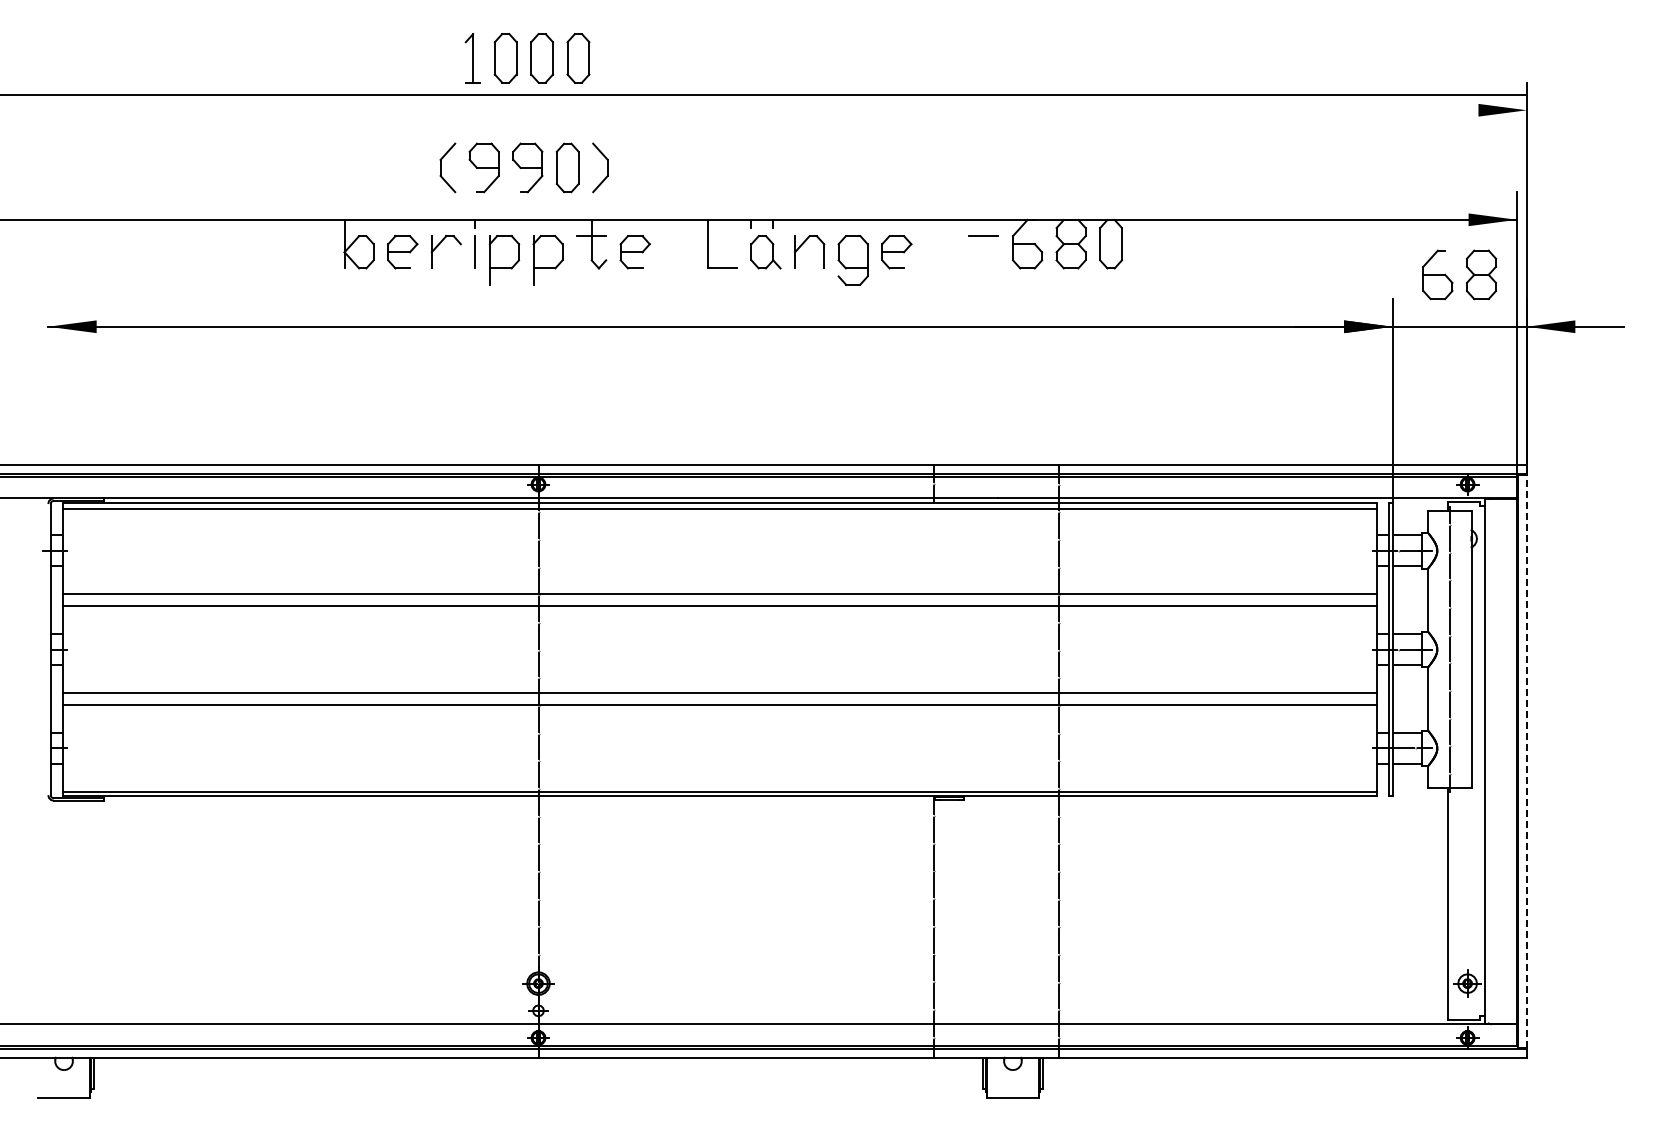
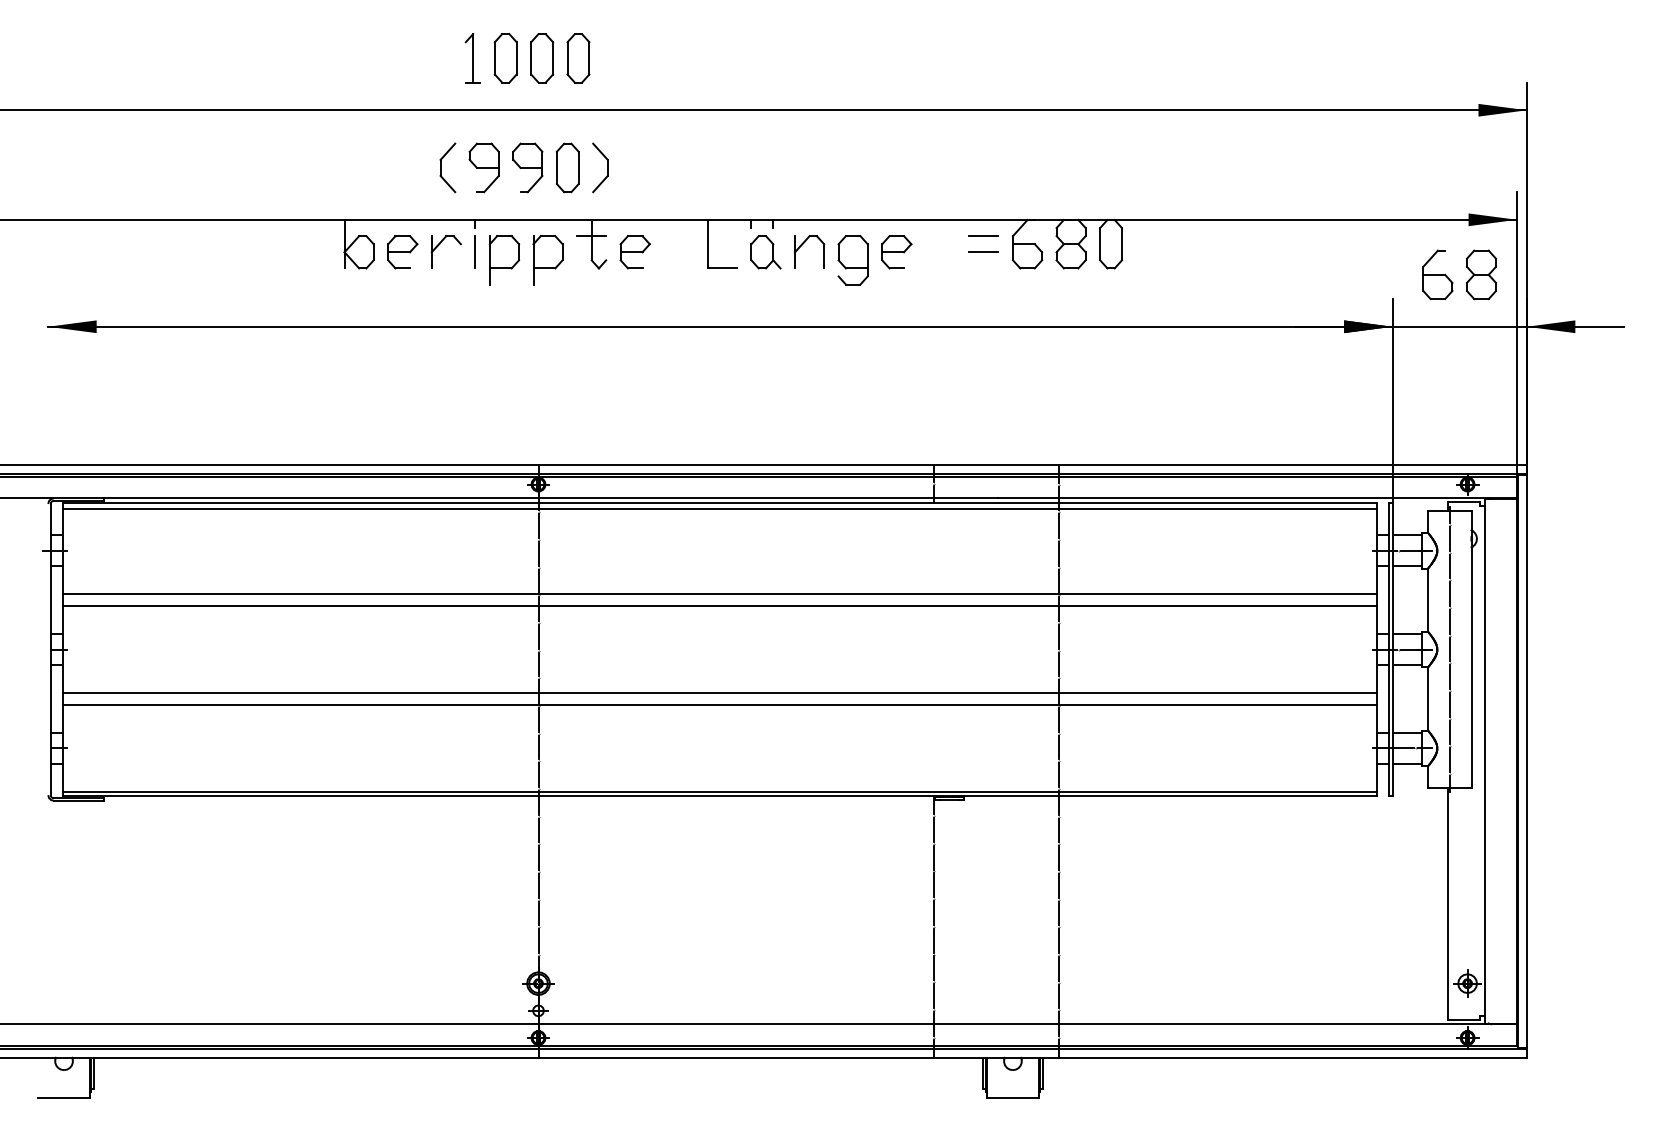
line at (764, 95) position: (764, 95) -> (764, 110)
line at (983, 252): none -> present
line at (1526, 761): dashed -> solid
